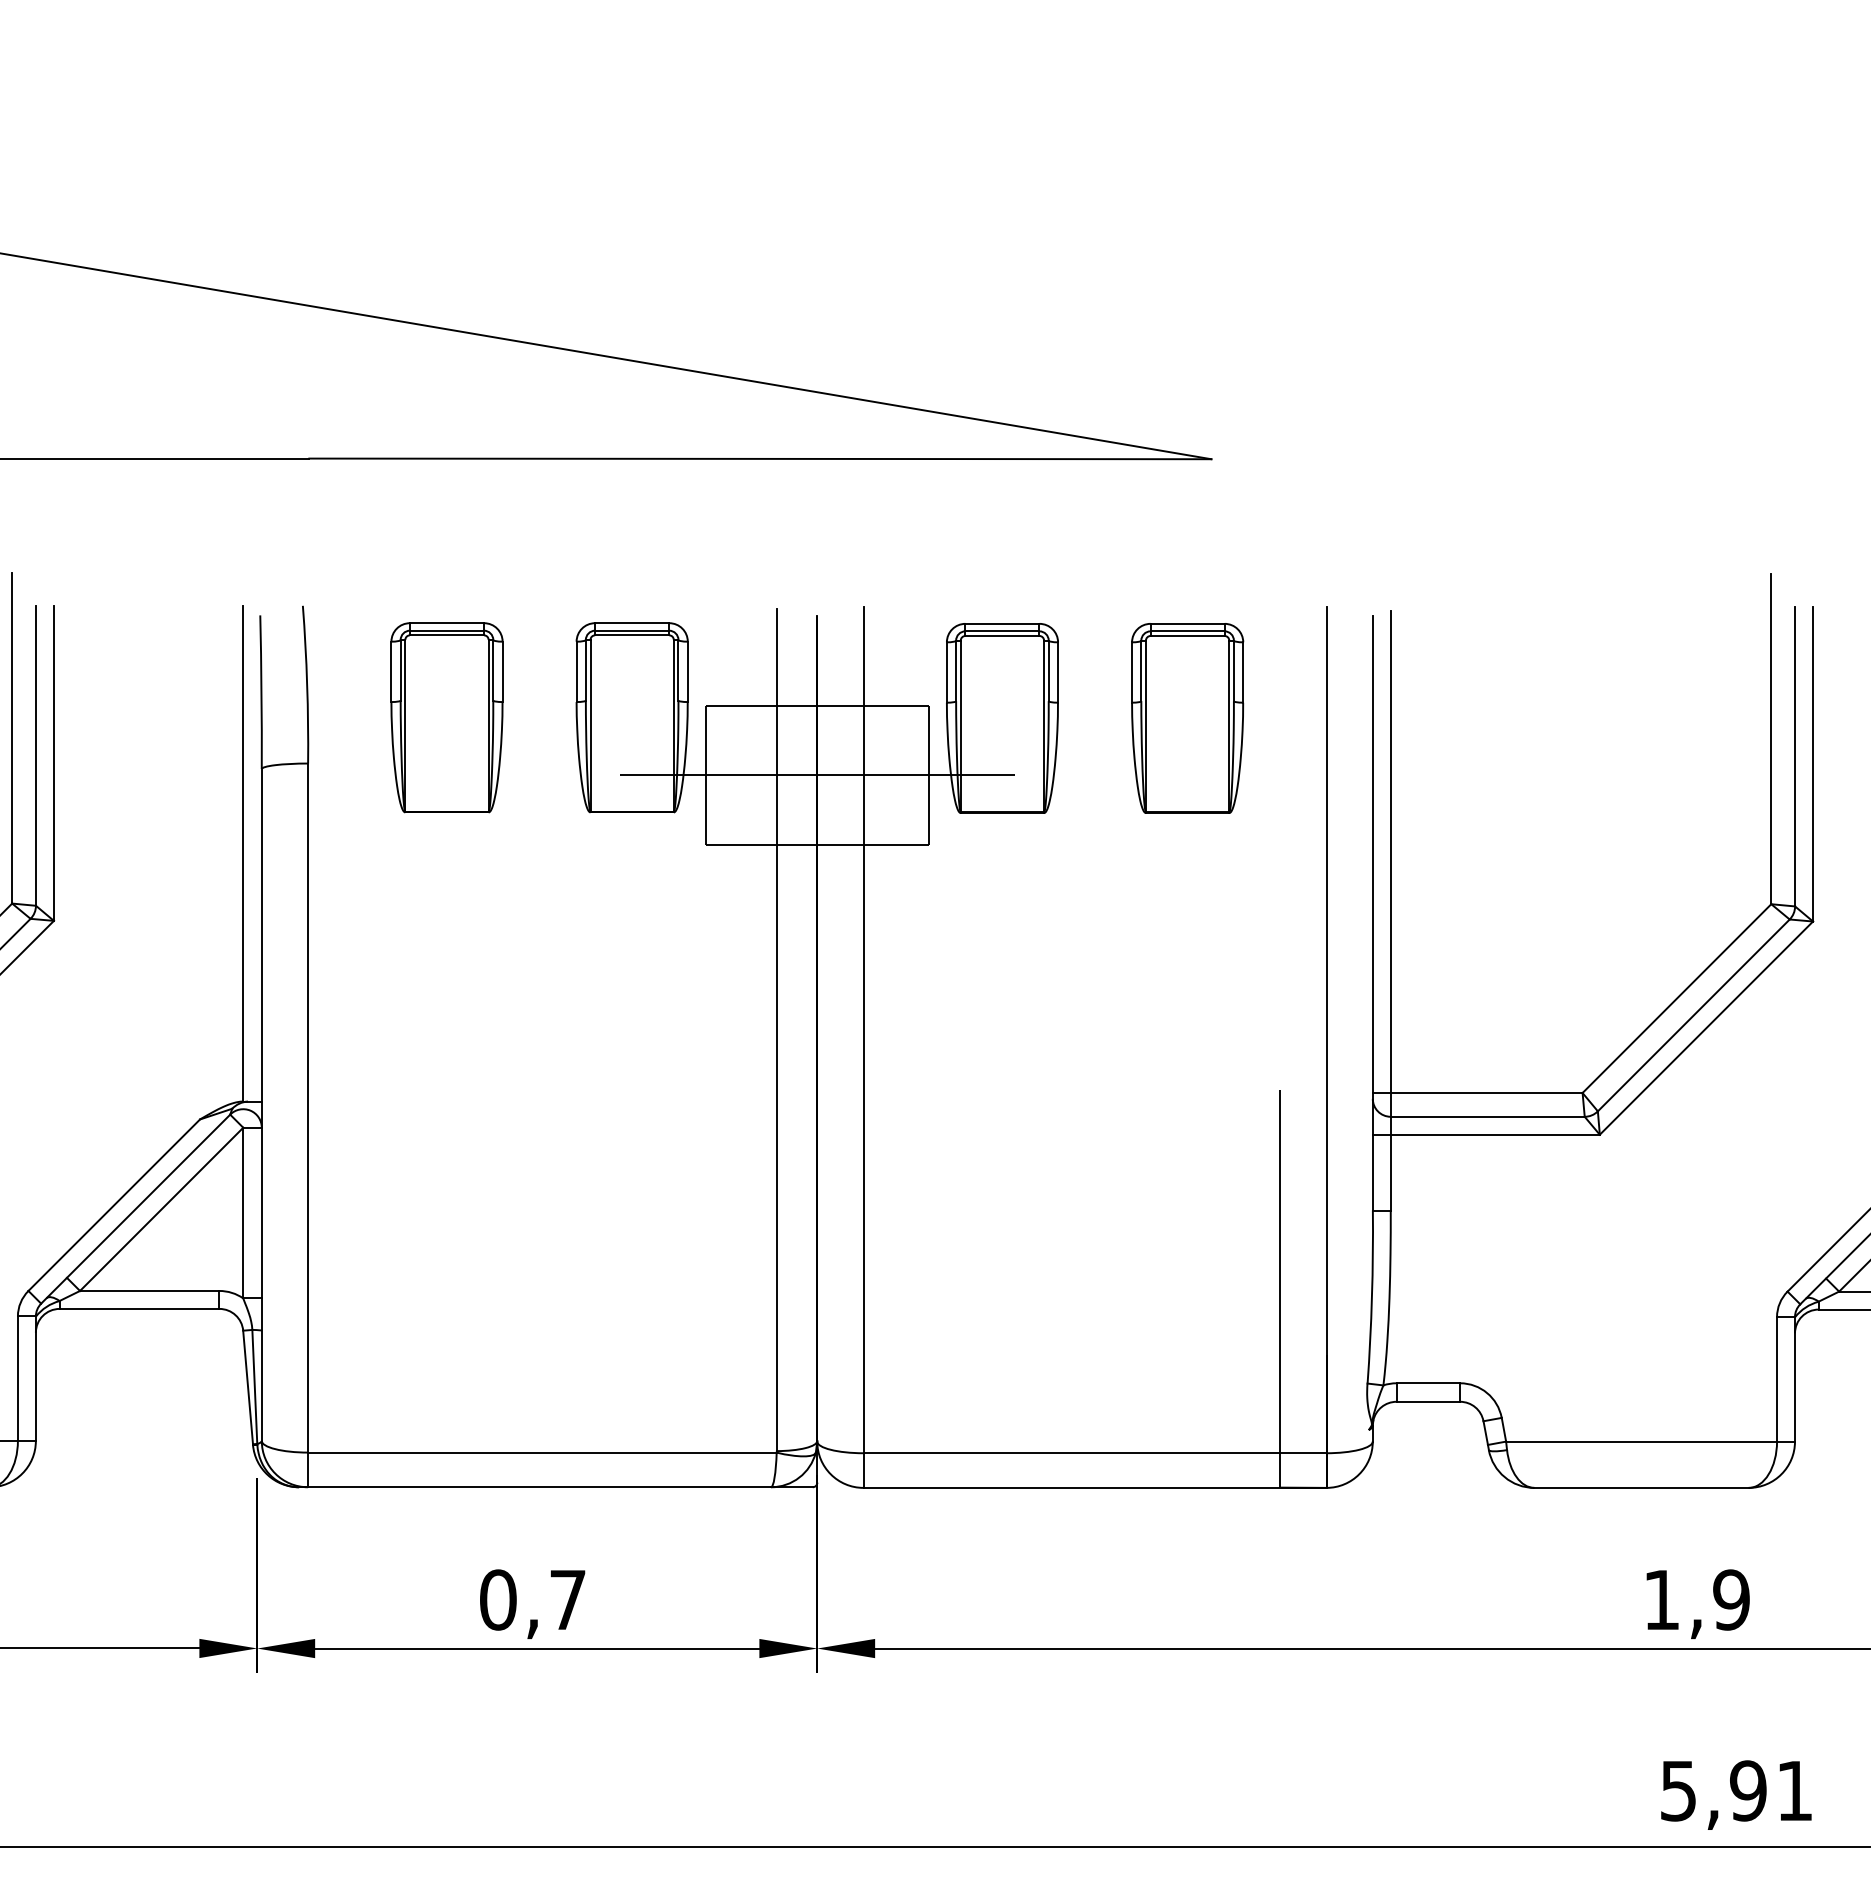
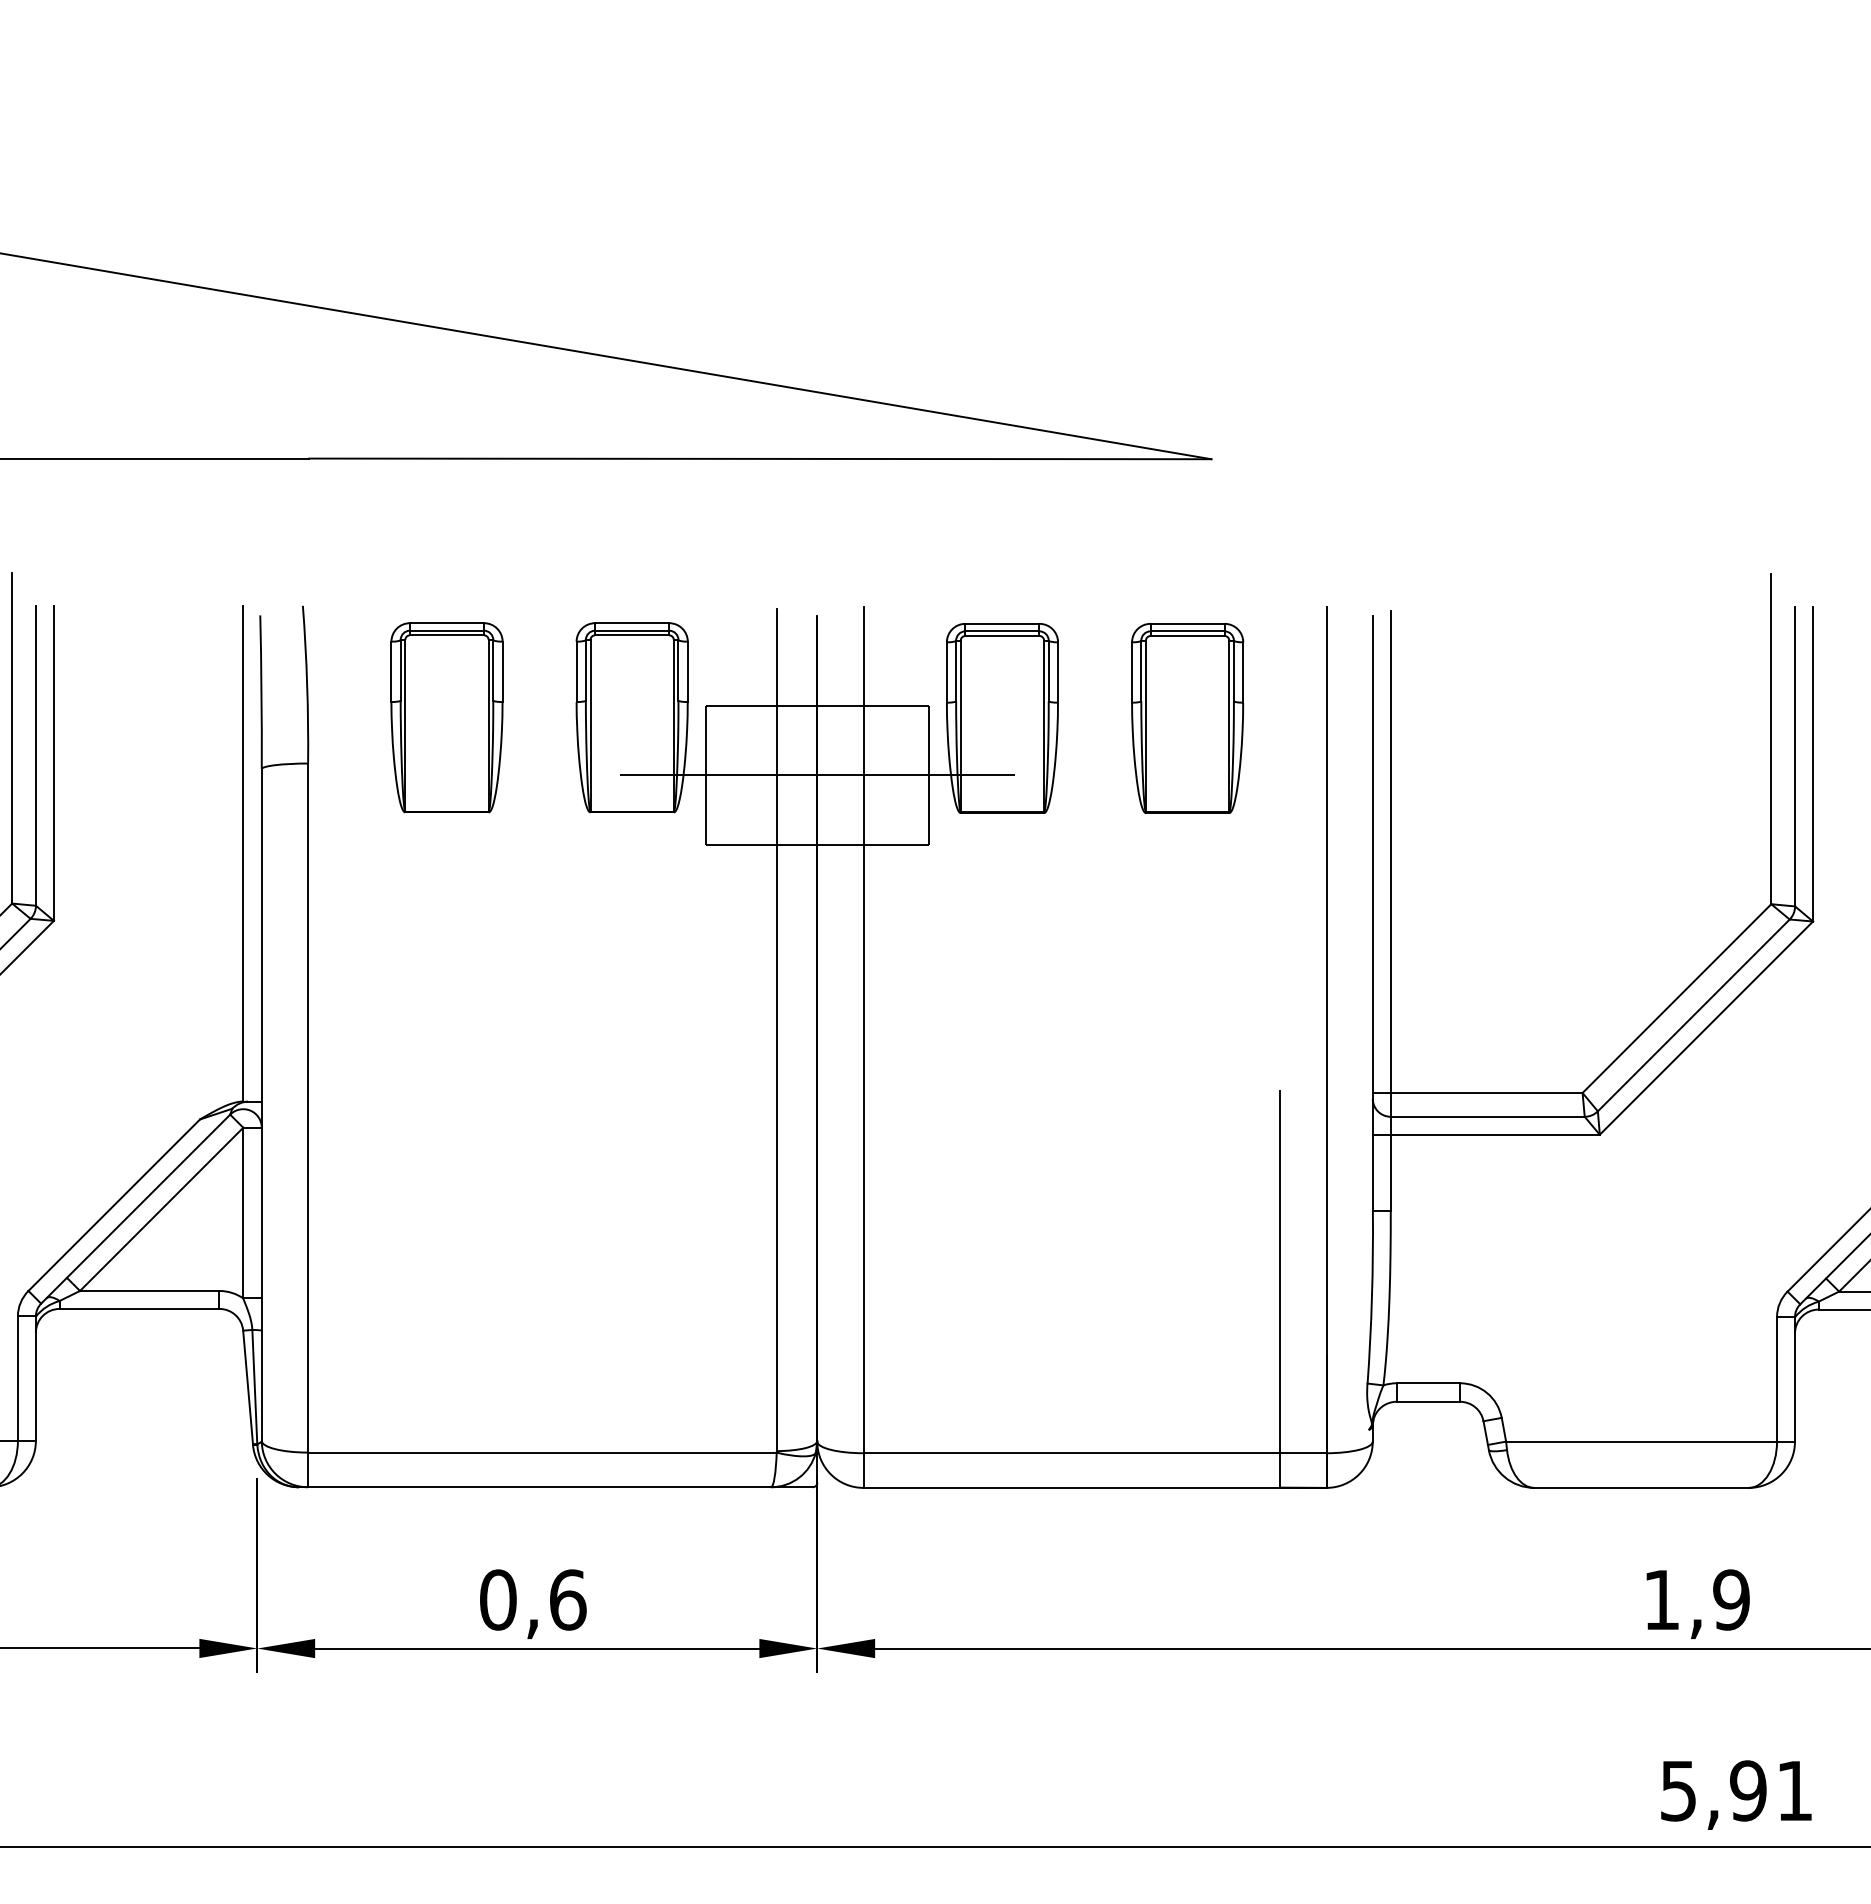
text at (568, 1599): 0,7 -> 0,6
